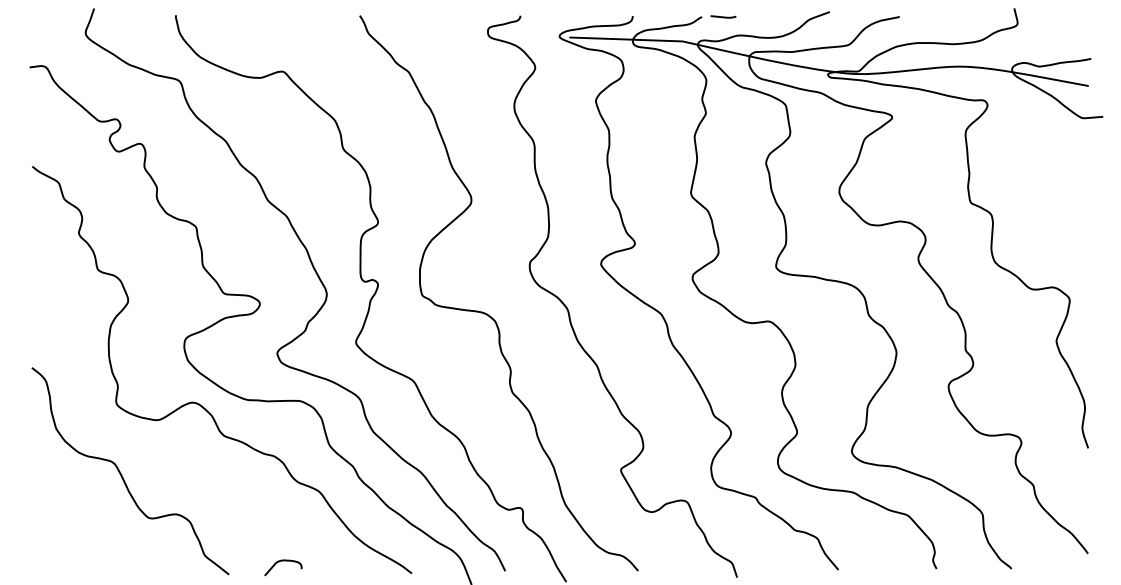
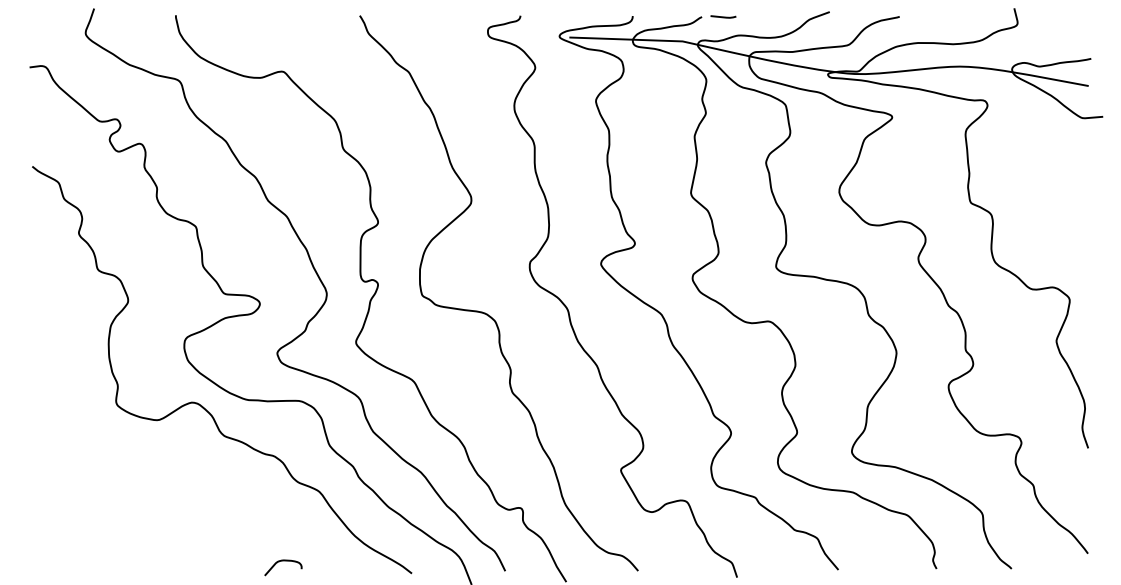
curve at (122, 475): present -> none
